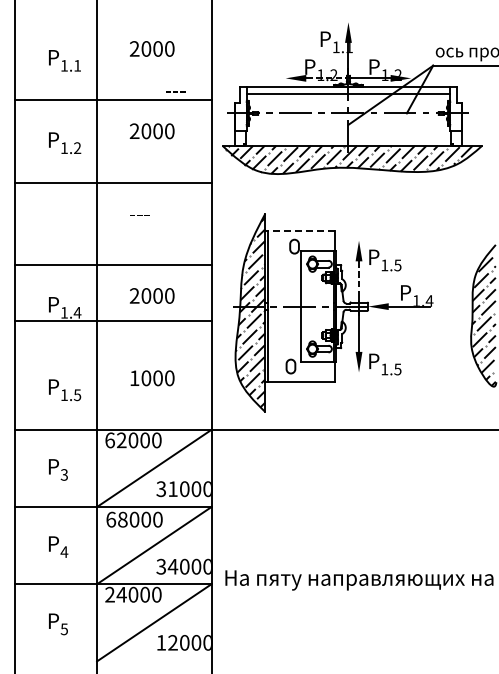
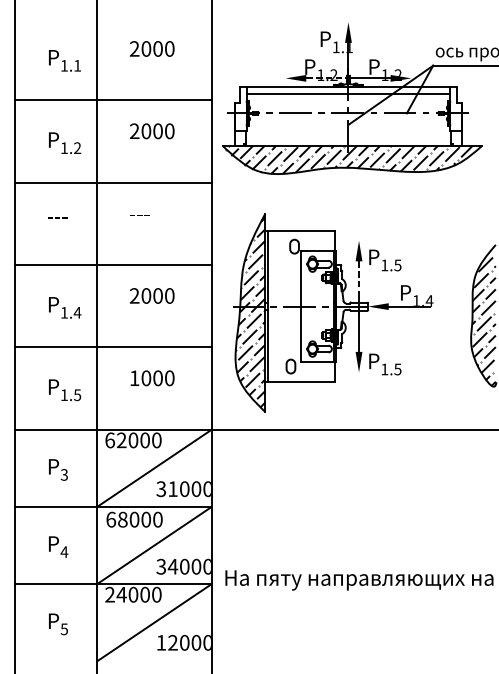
text at (175, 91) position: (175, 91) -> (57, 217)
line at (300, 231): dashed -> solid
line at (112, 321) position: (112, 321) -> (112, 347)
